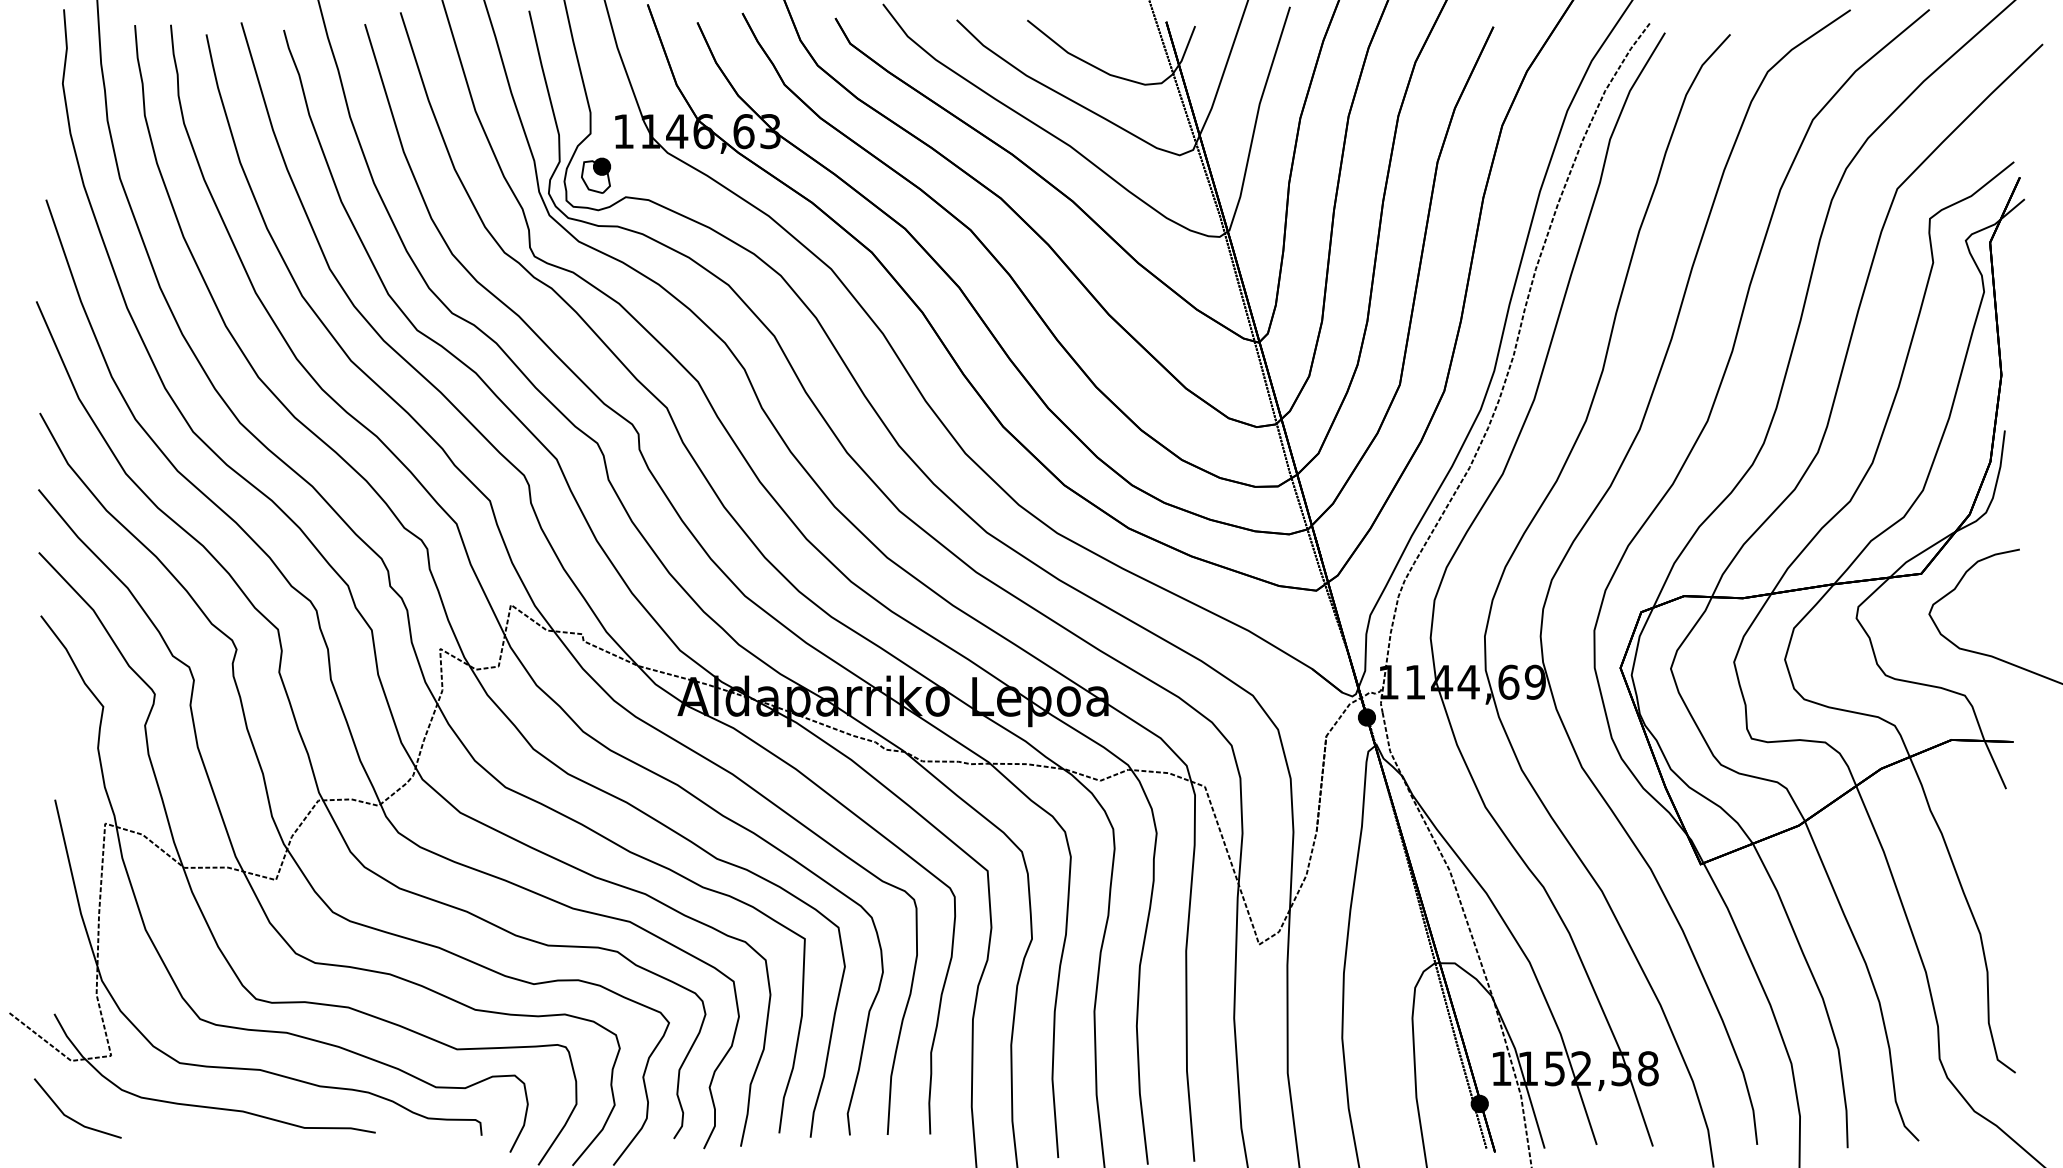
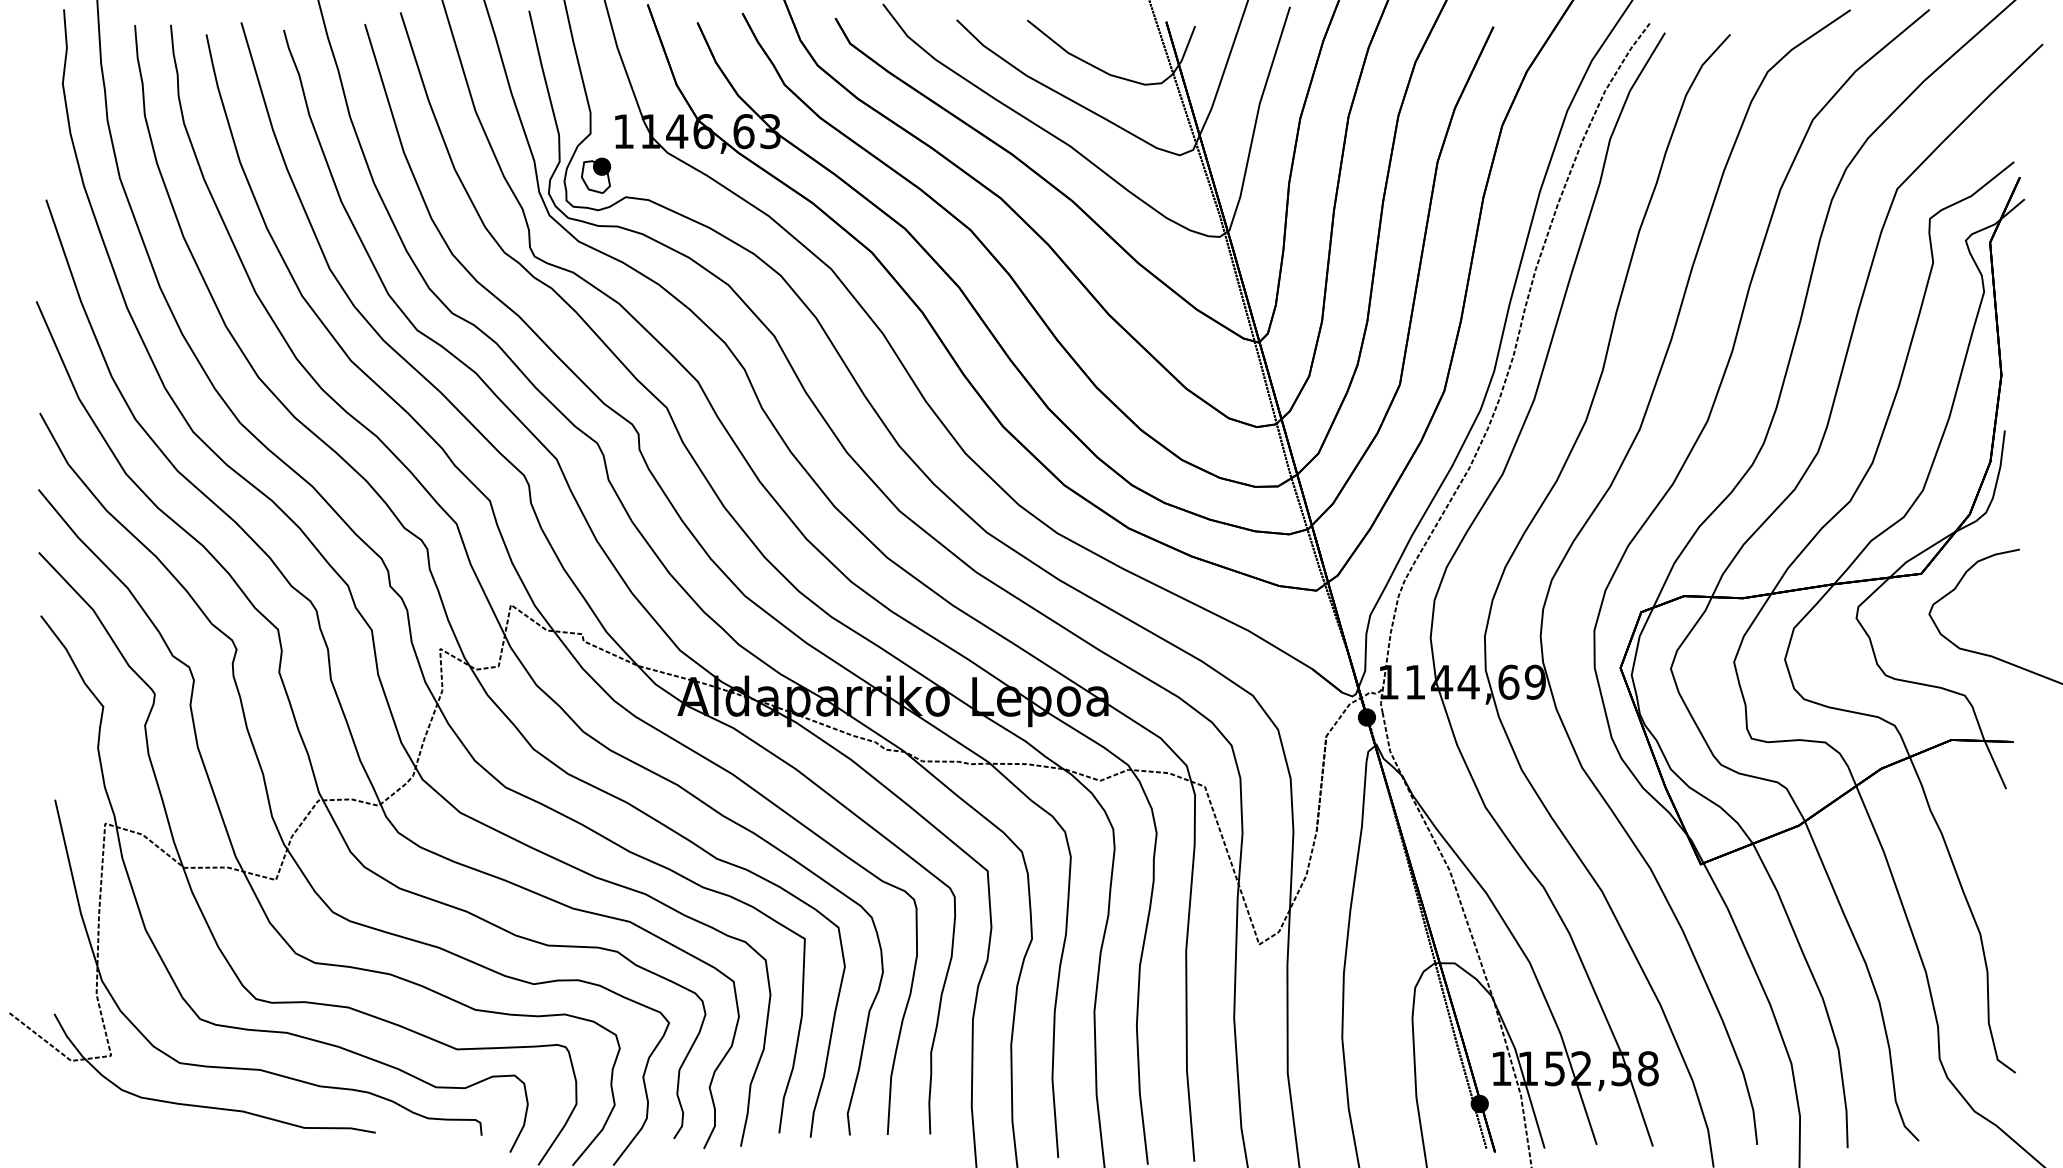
part at (72, 1118): present -> none
